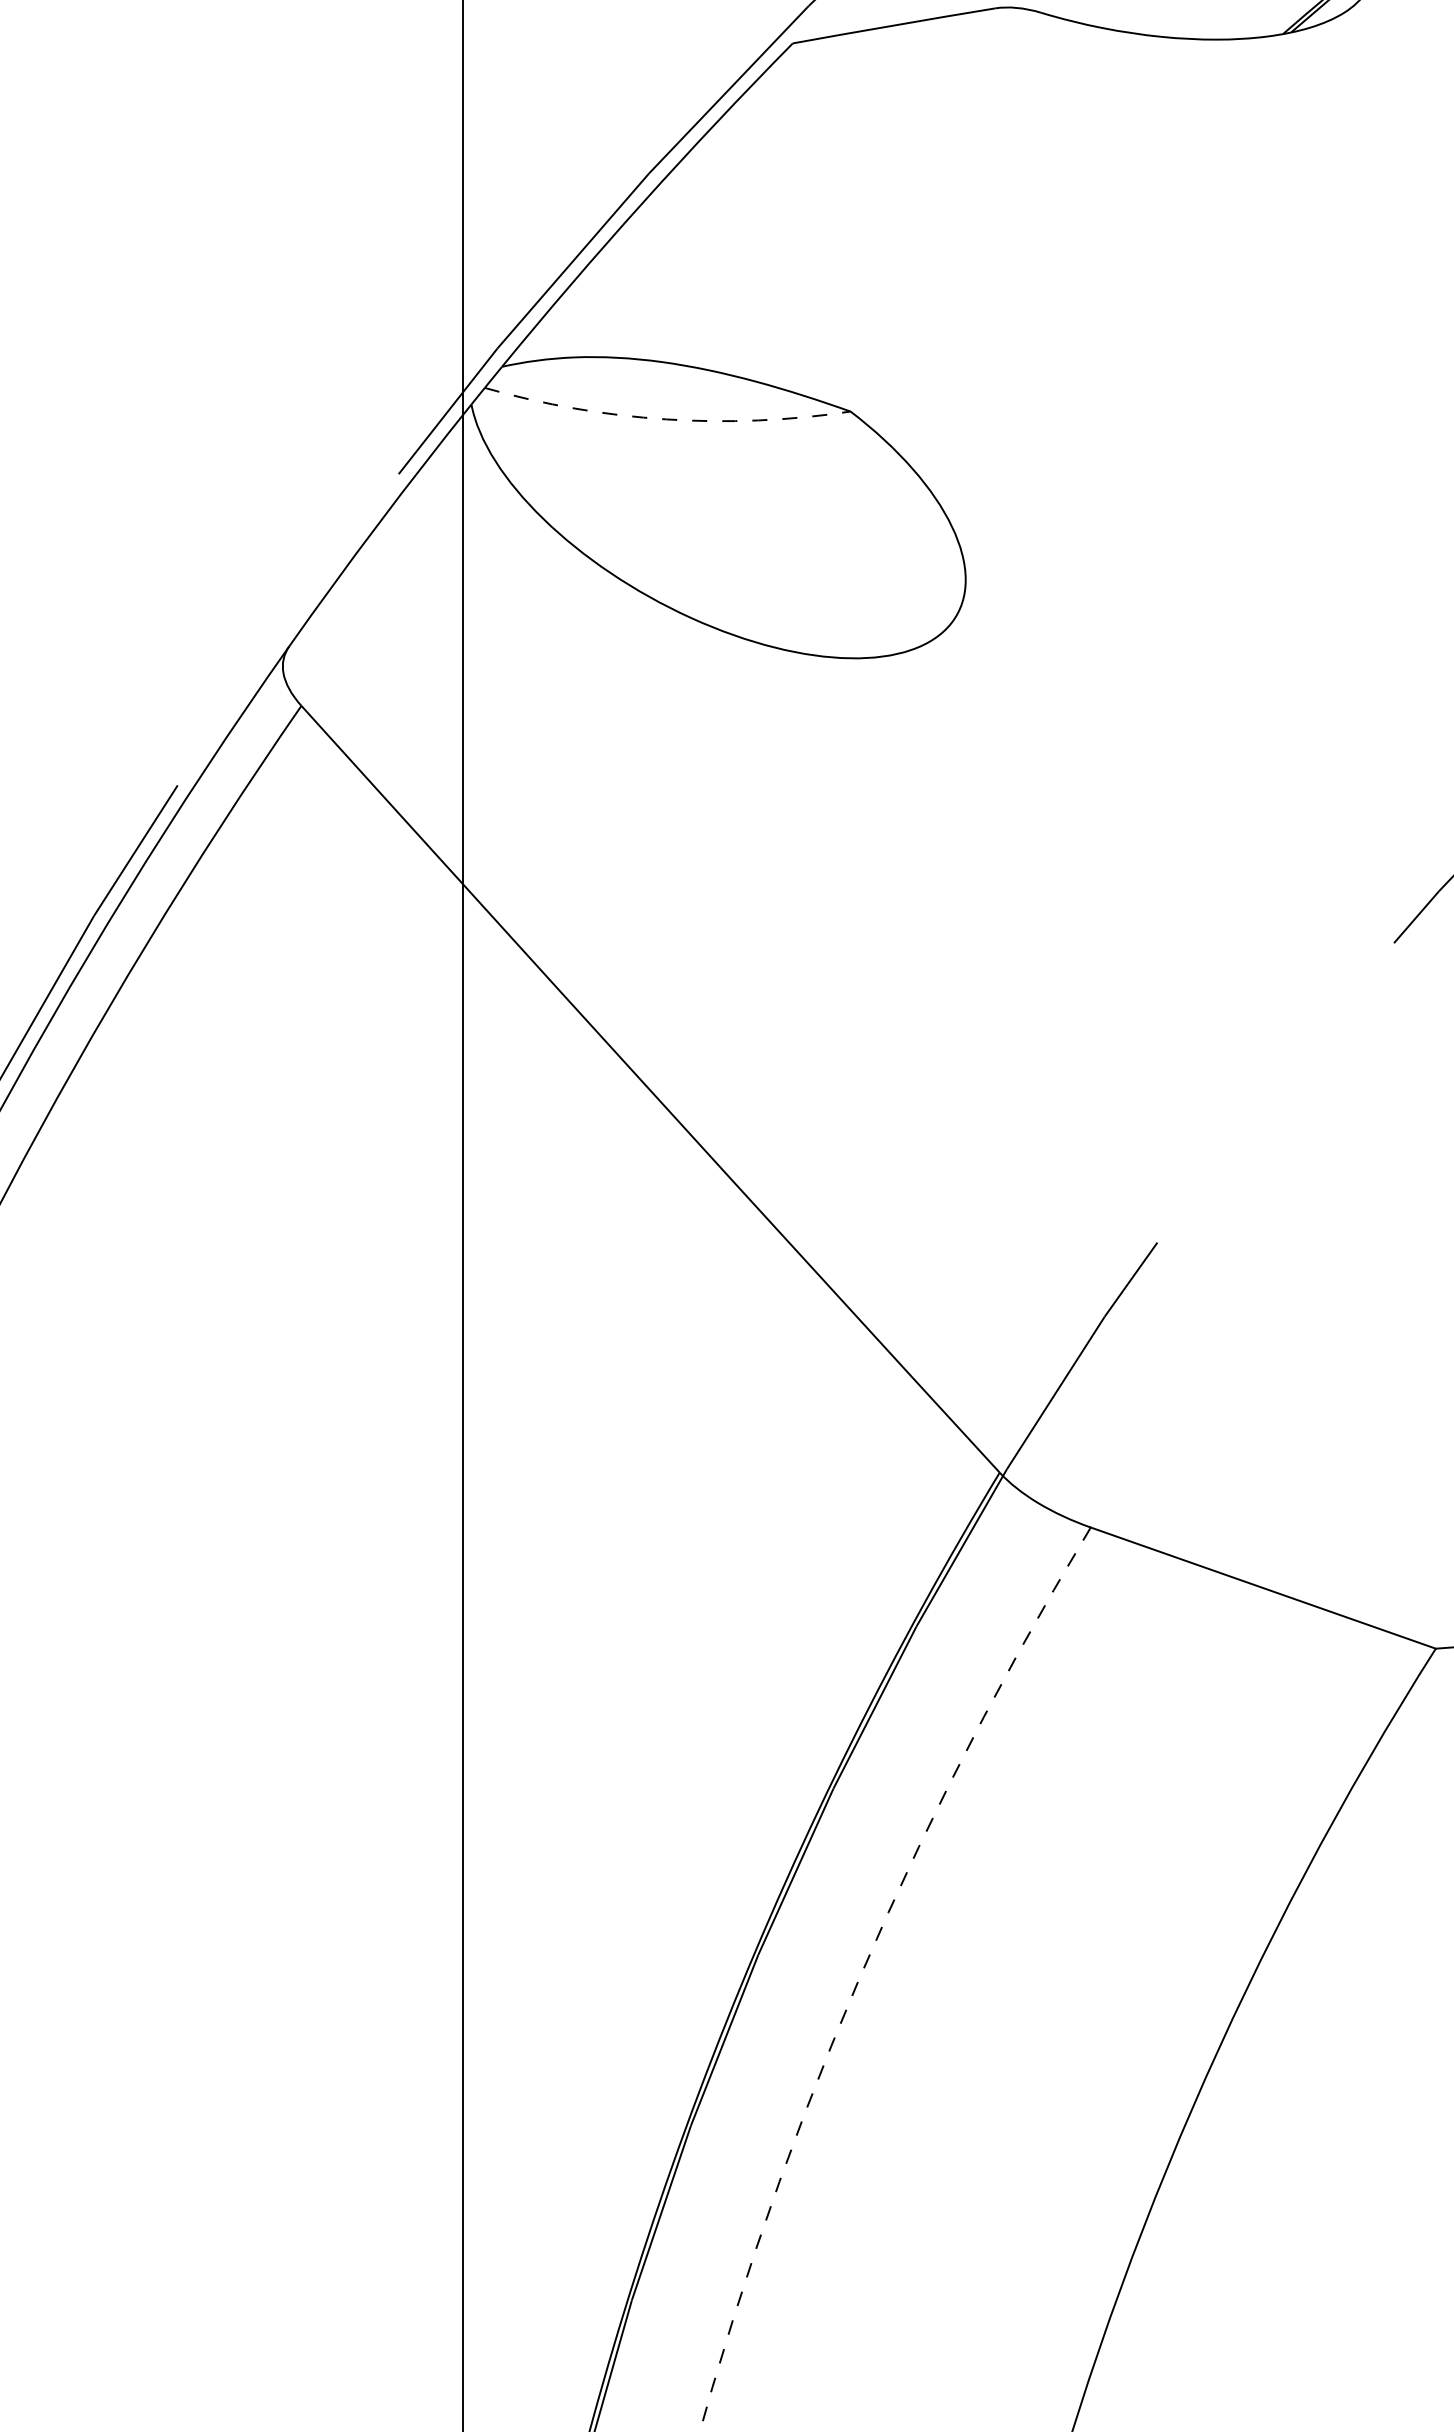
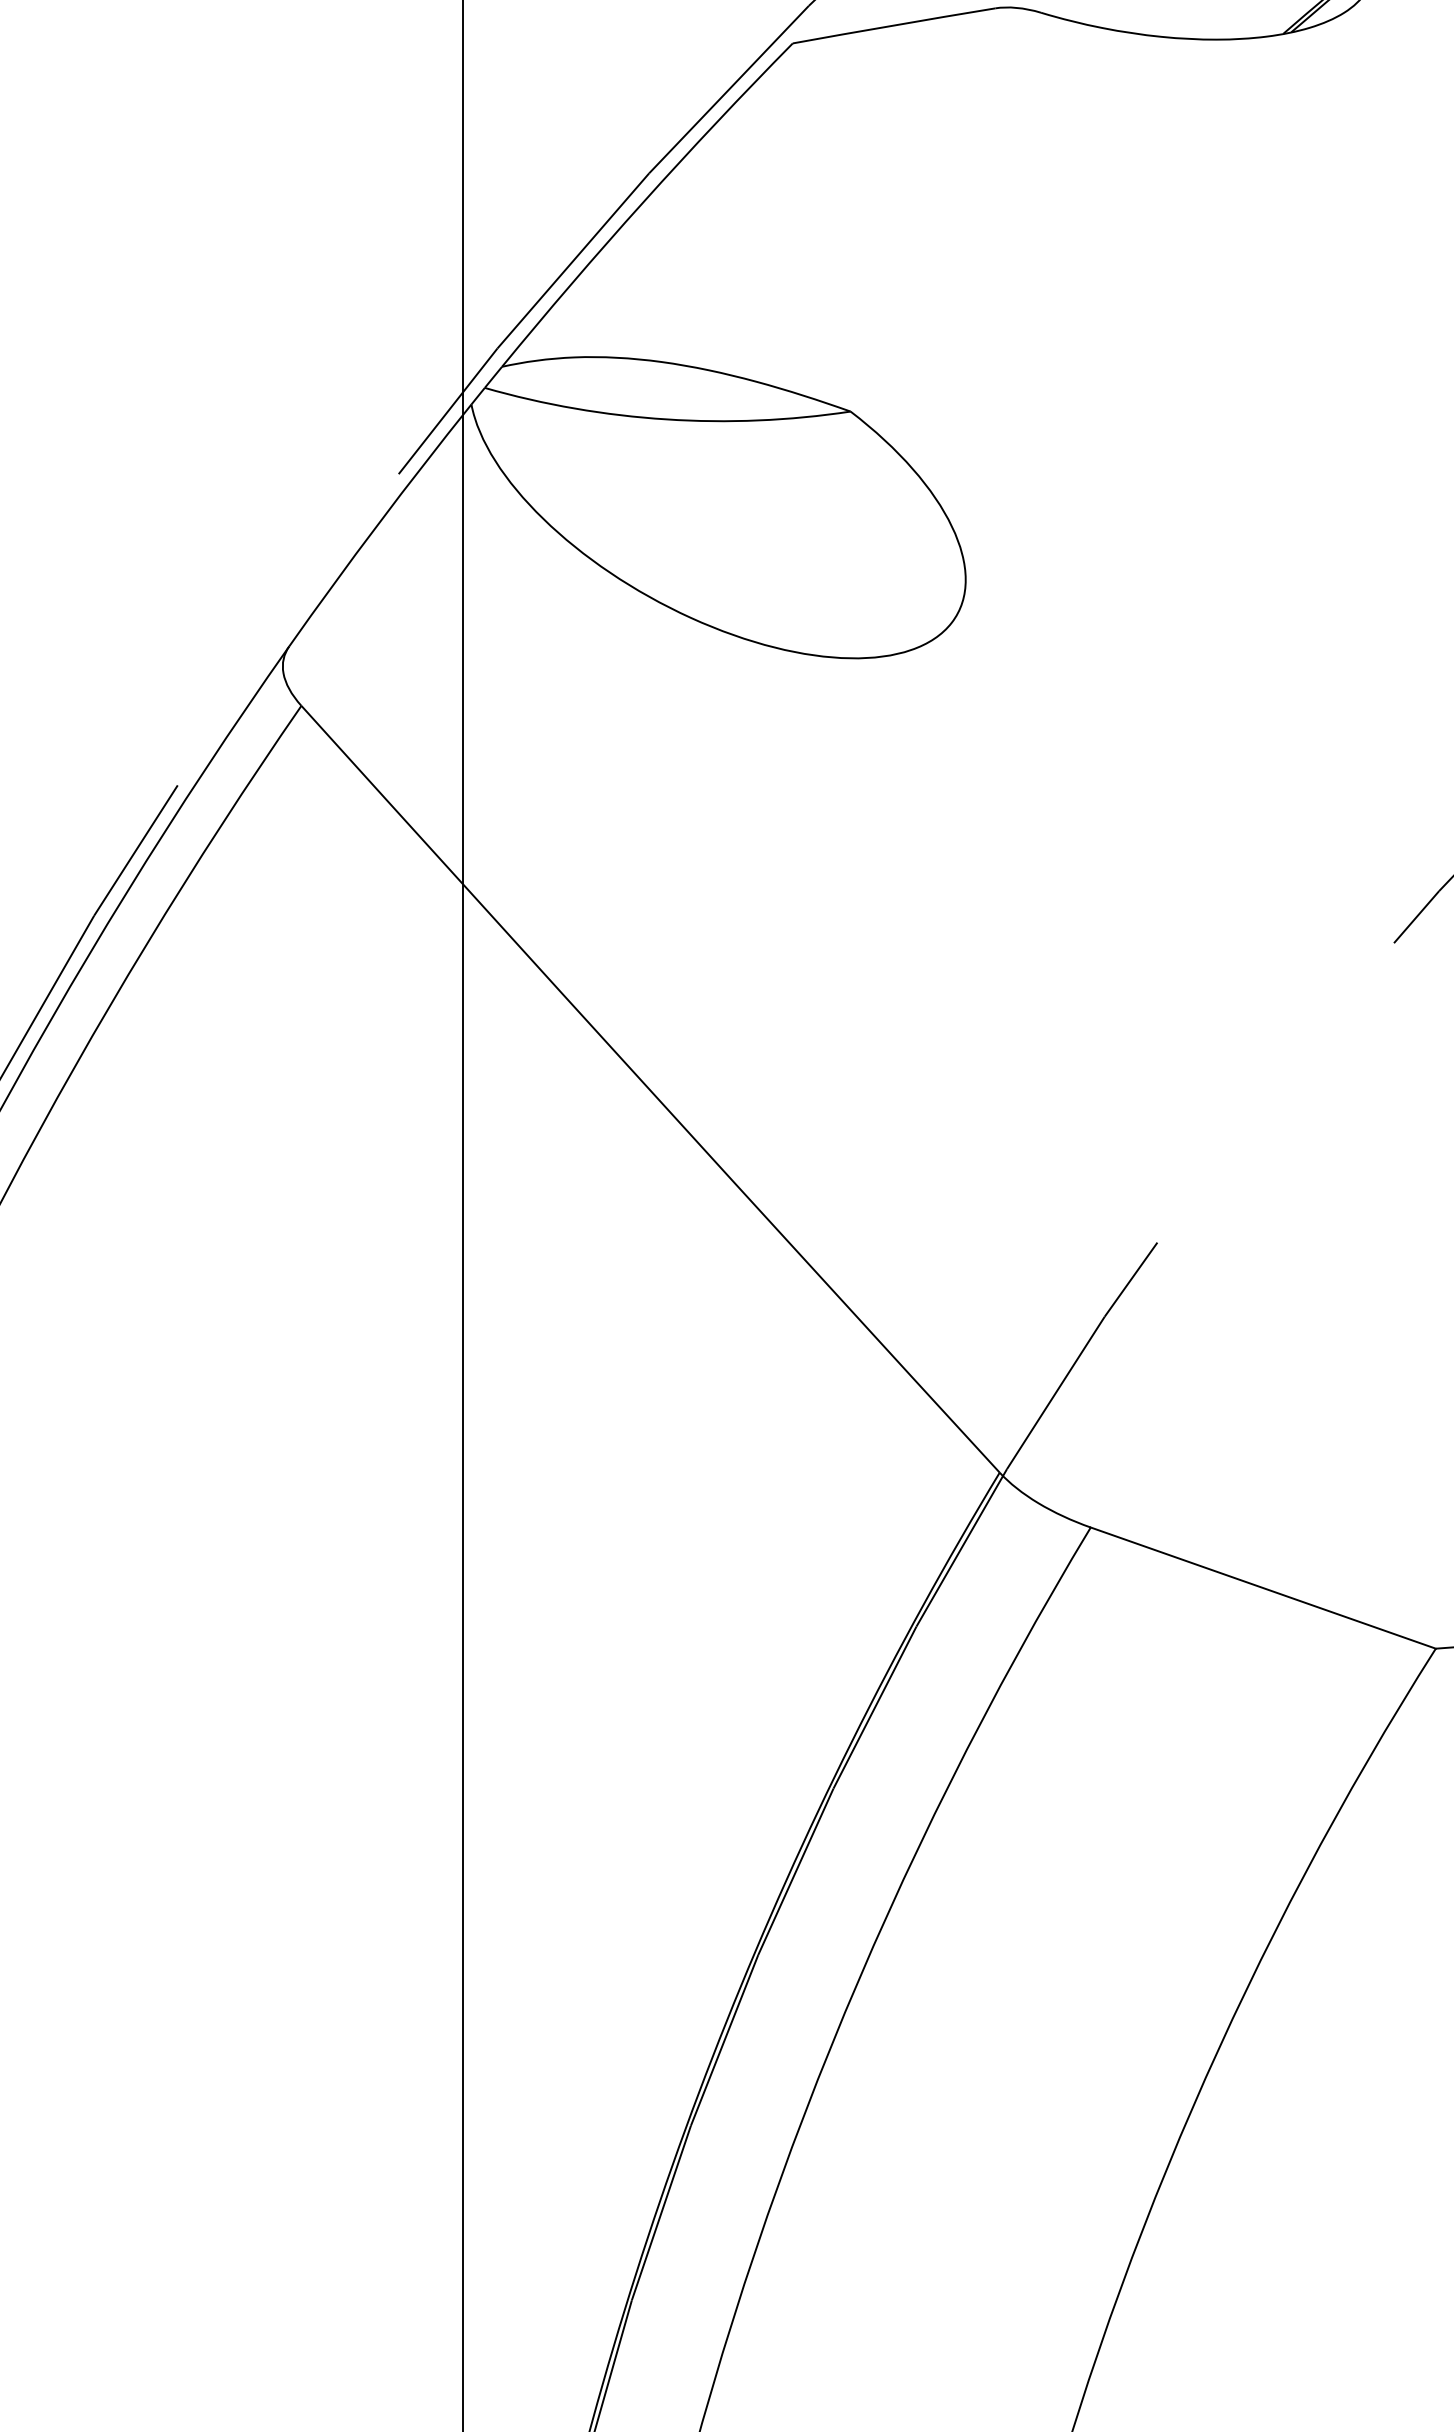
arc at (666, 419): dashed -> solid
arc at (864, 1967): dashed -> solid
